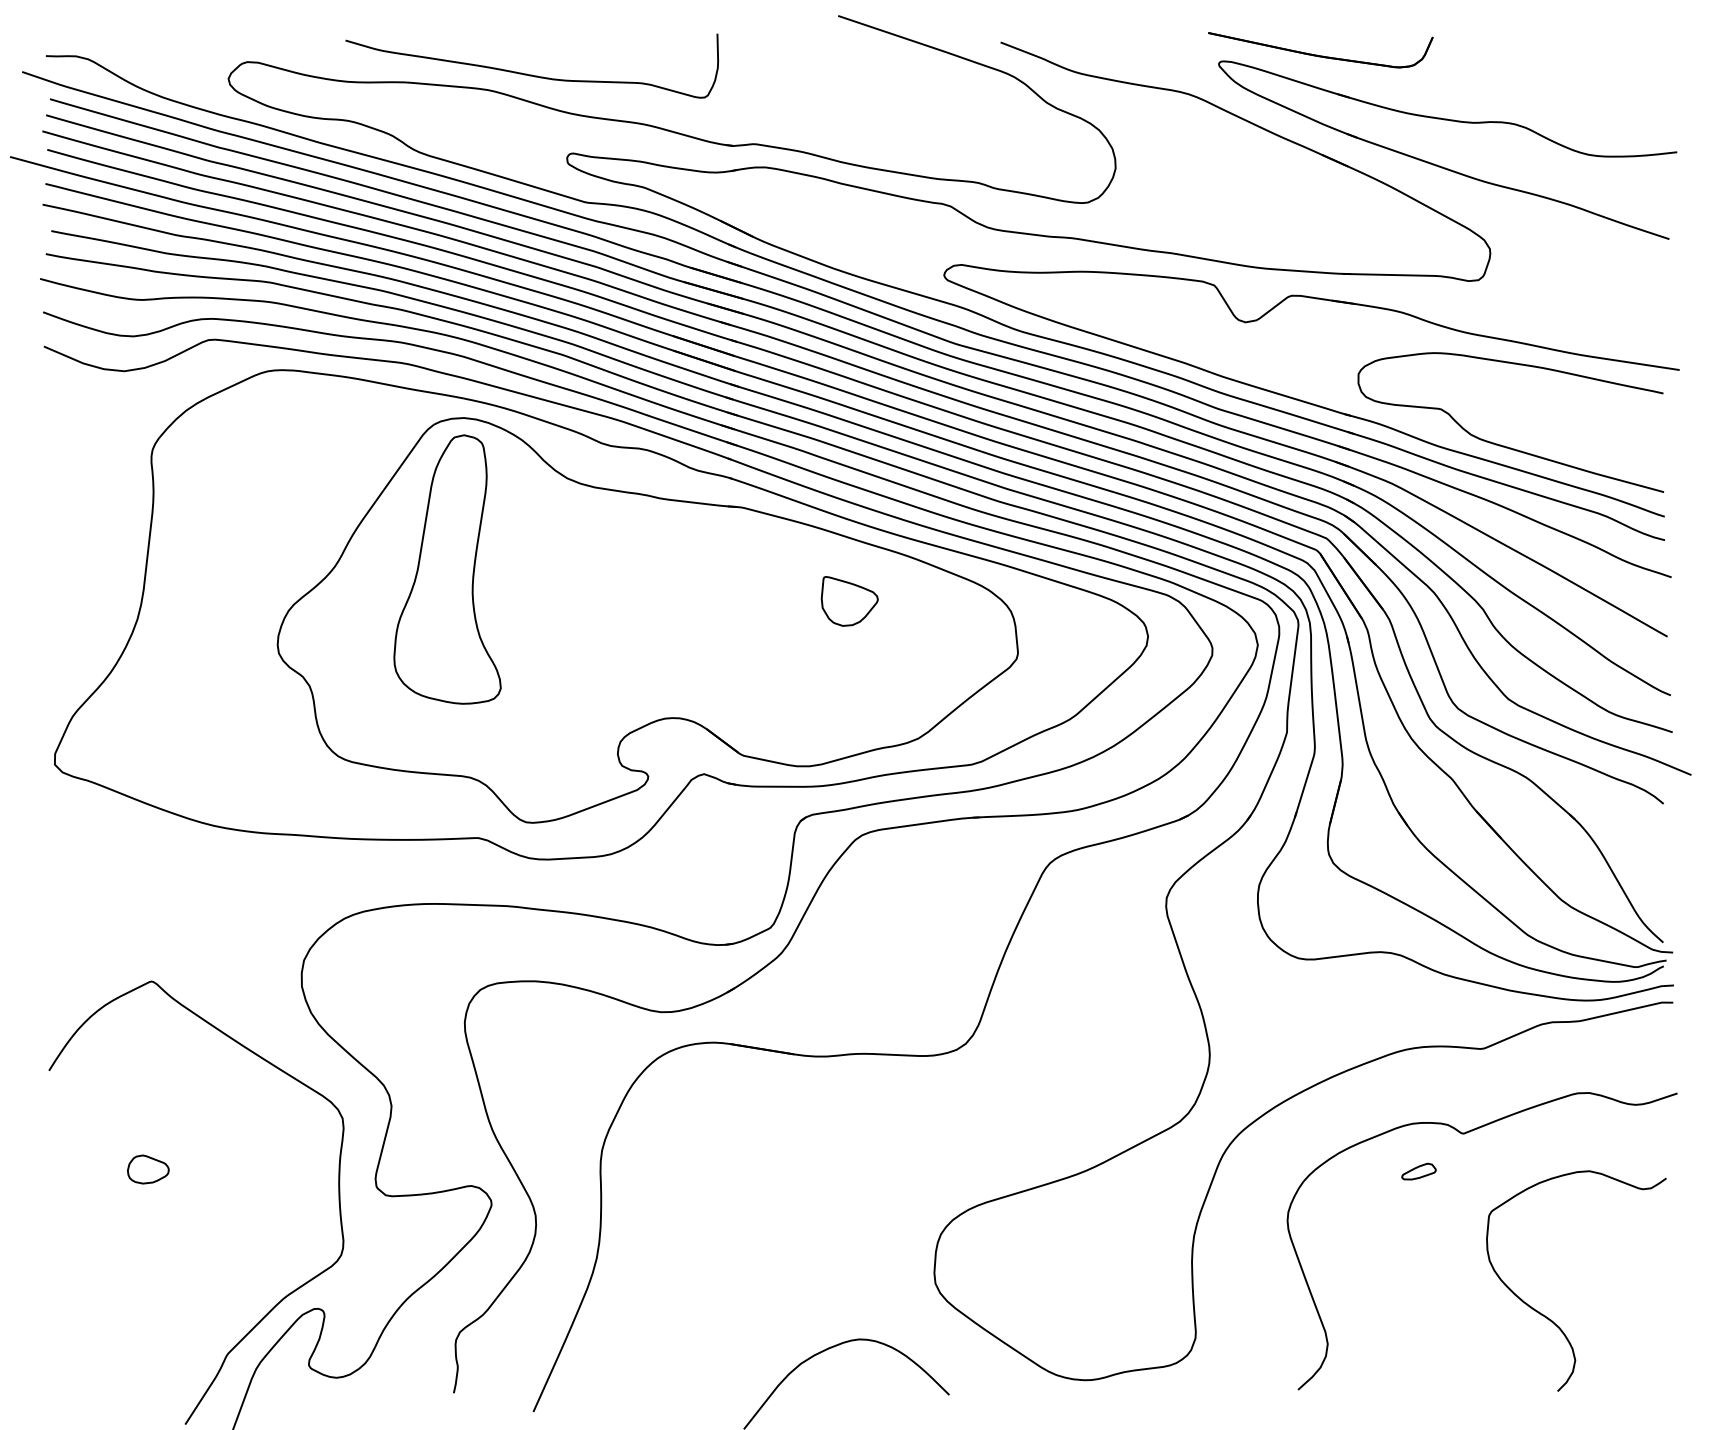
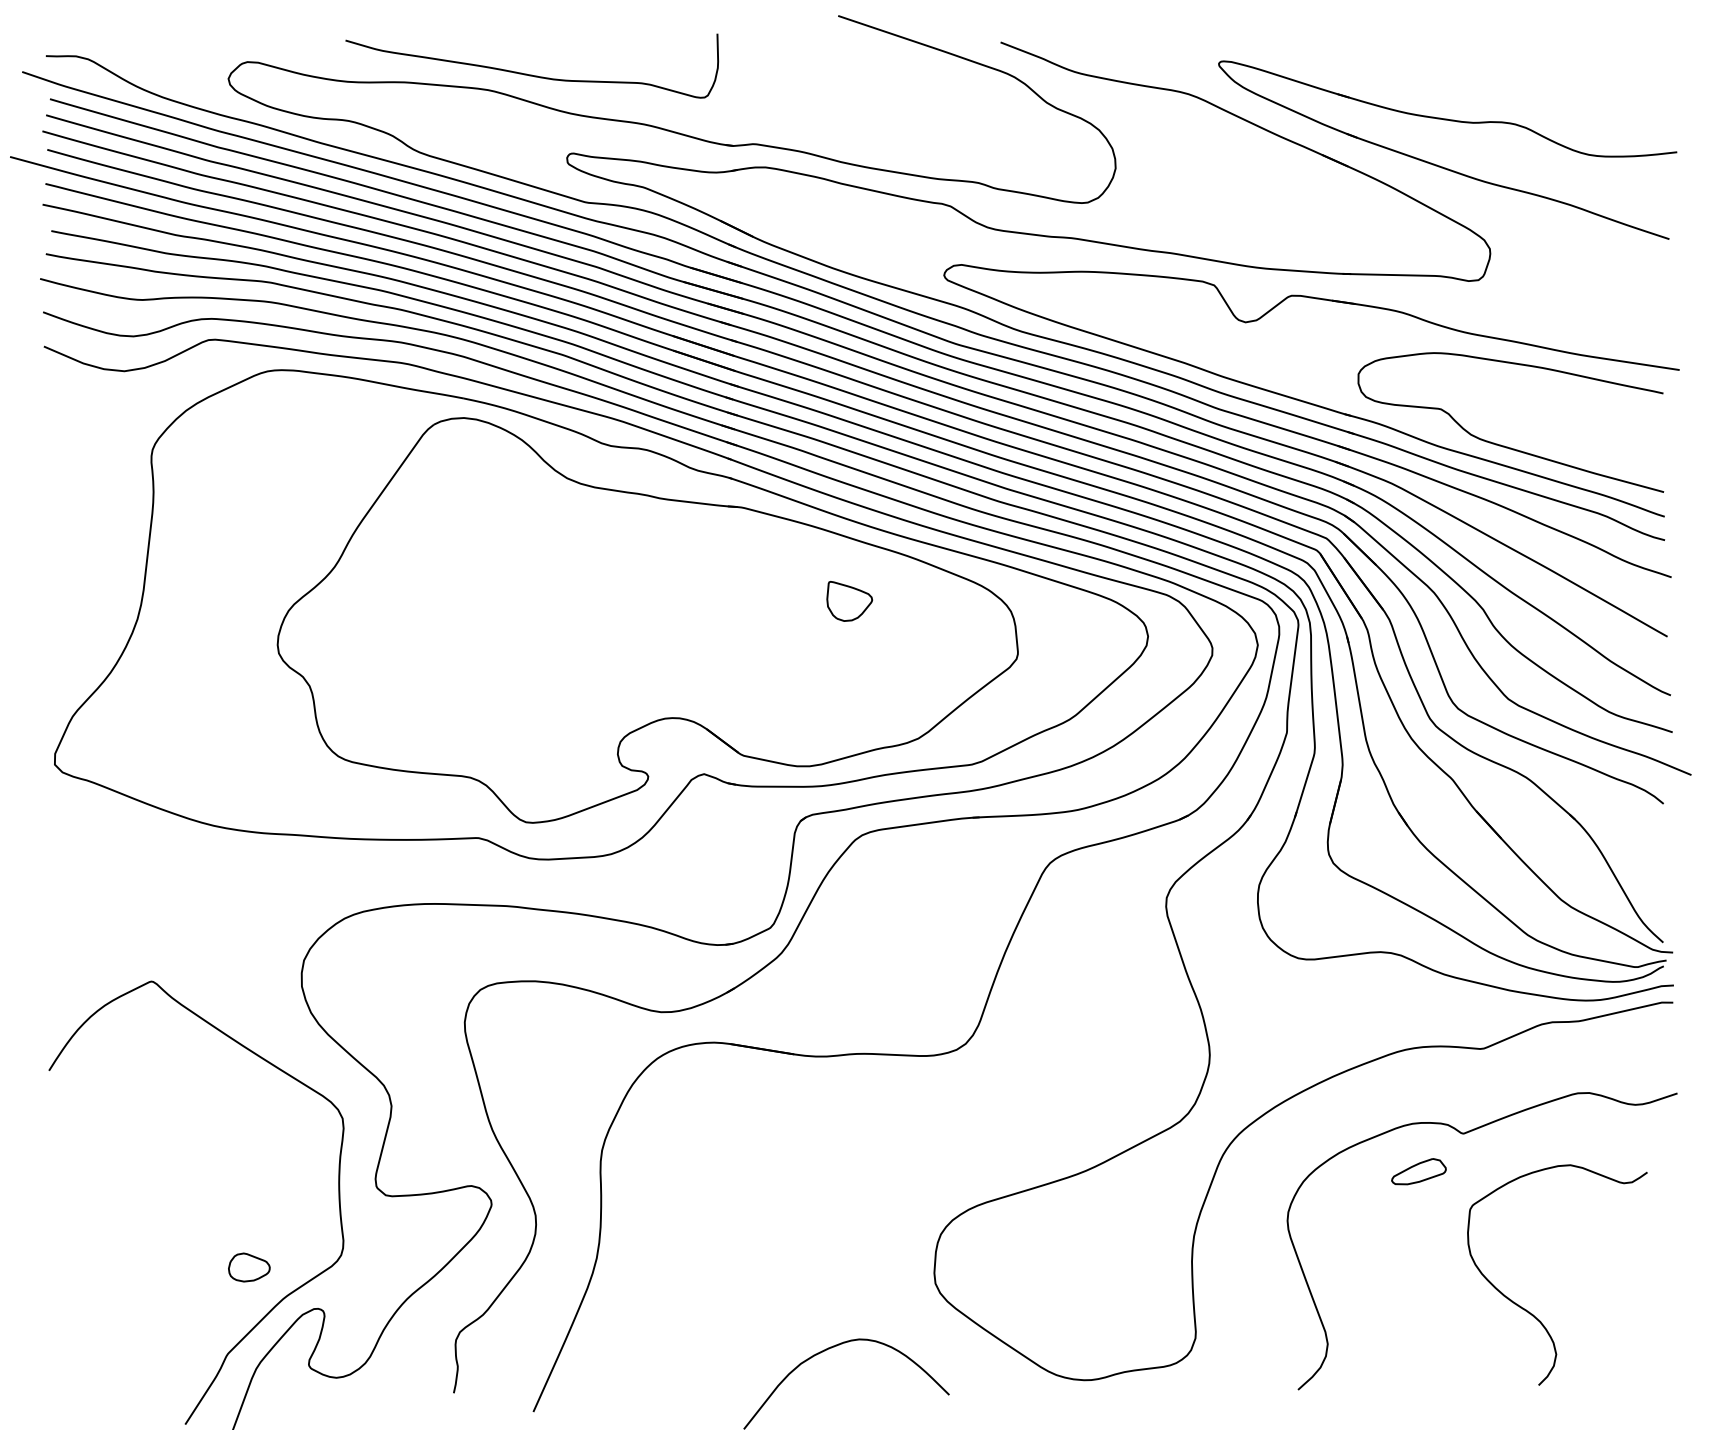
part at (1320, 50): present -> none
part at (447, 569): present -> none
part at (849, 601) size: 59x51 px -> 48x41 px
part at (148, 1169) position: (148, 1169) -> (249, 1267)
part at (1418, 1171) size: 36x19 px -> 56x28 px
curve at (1551, 1319) position: (1551, 1319) -> (1532, 1313)
